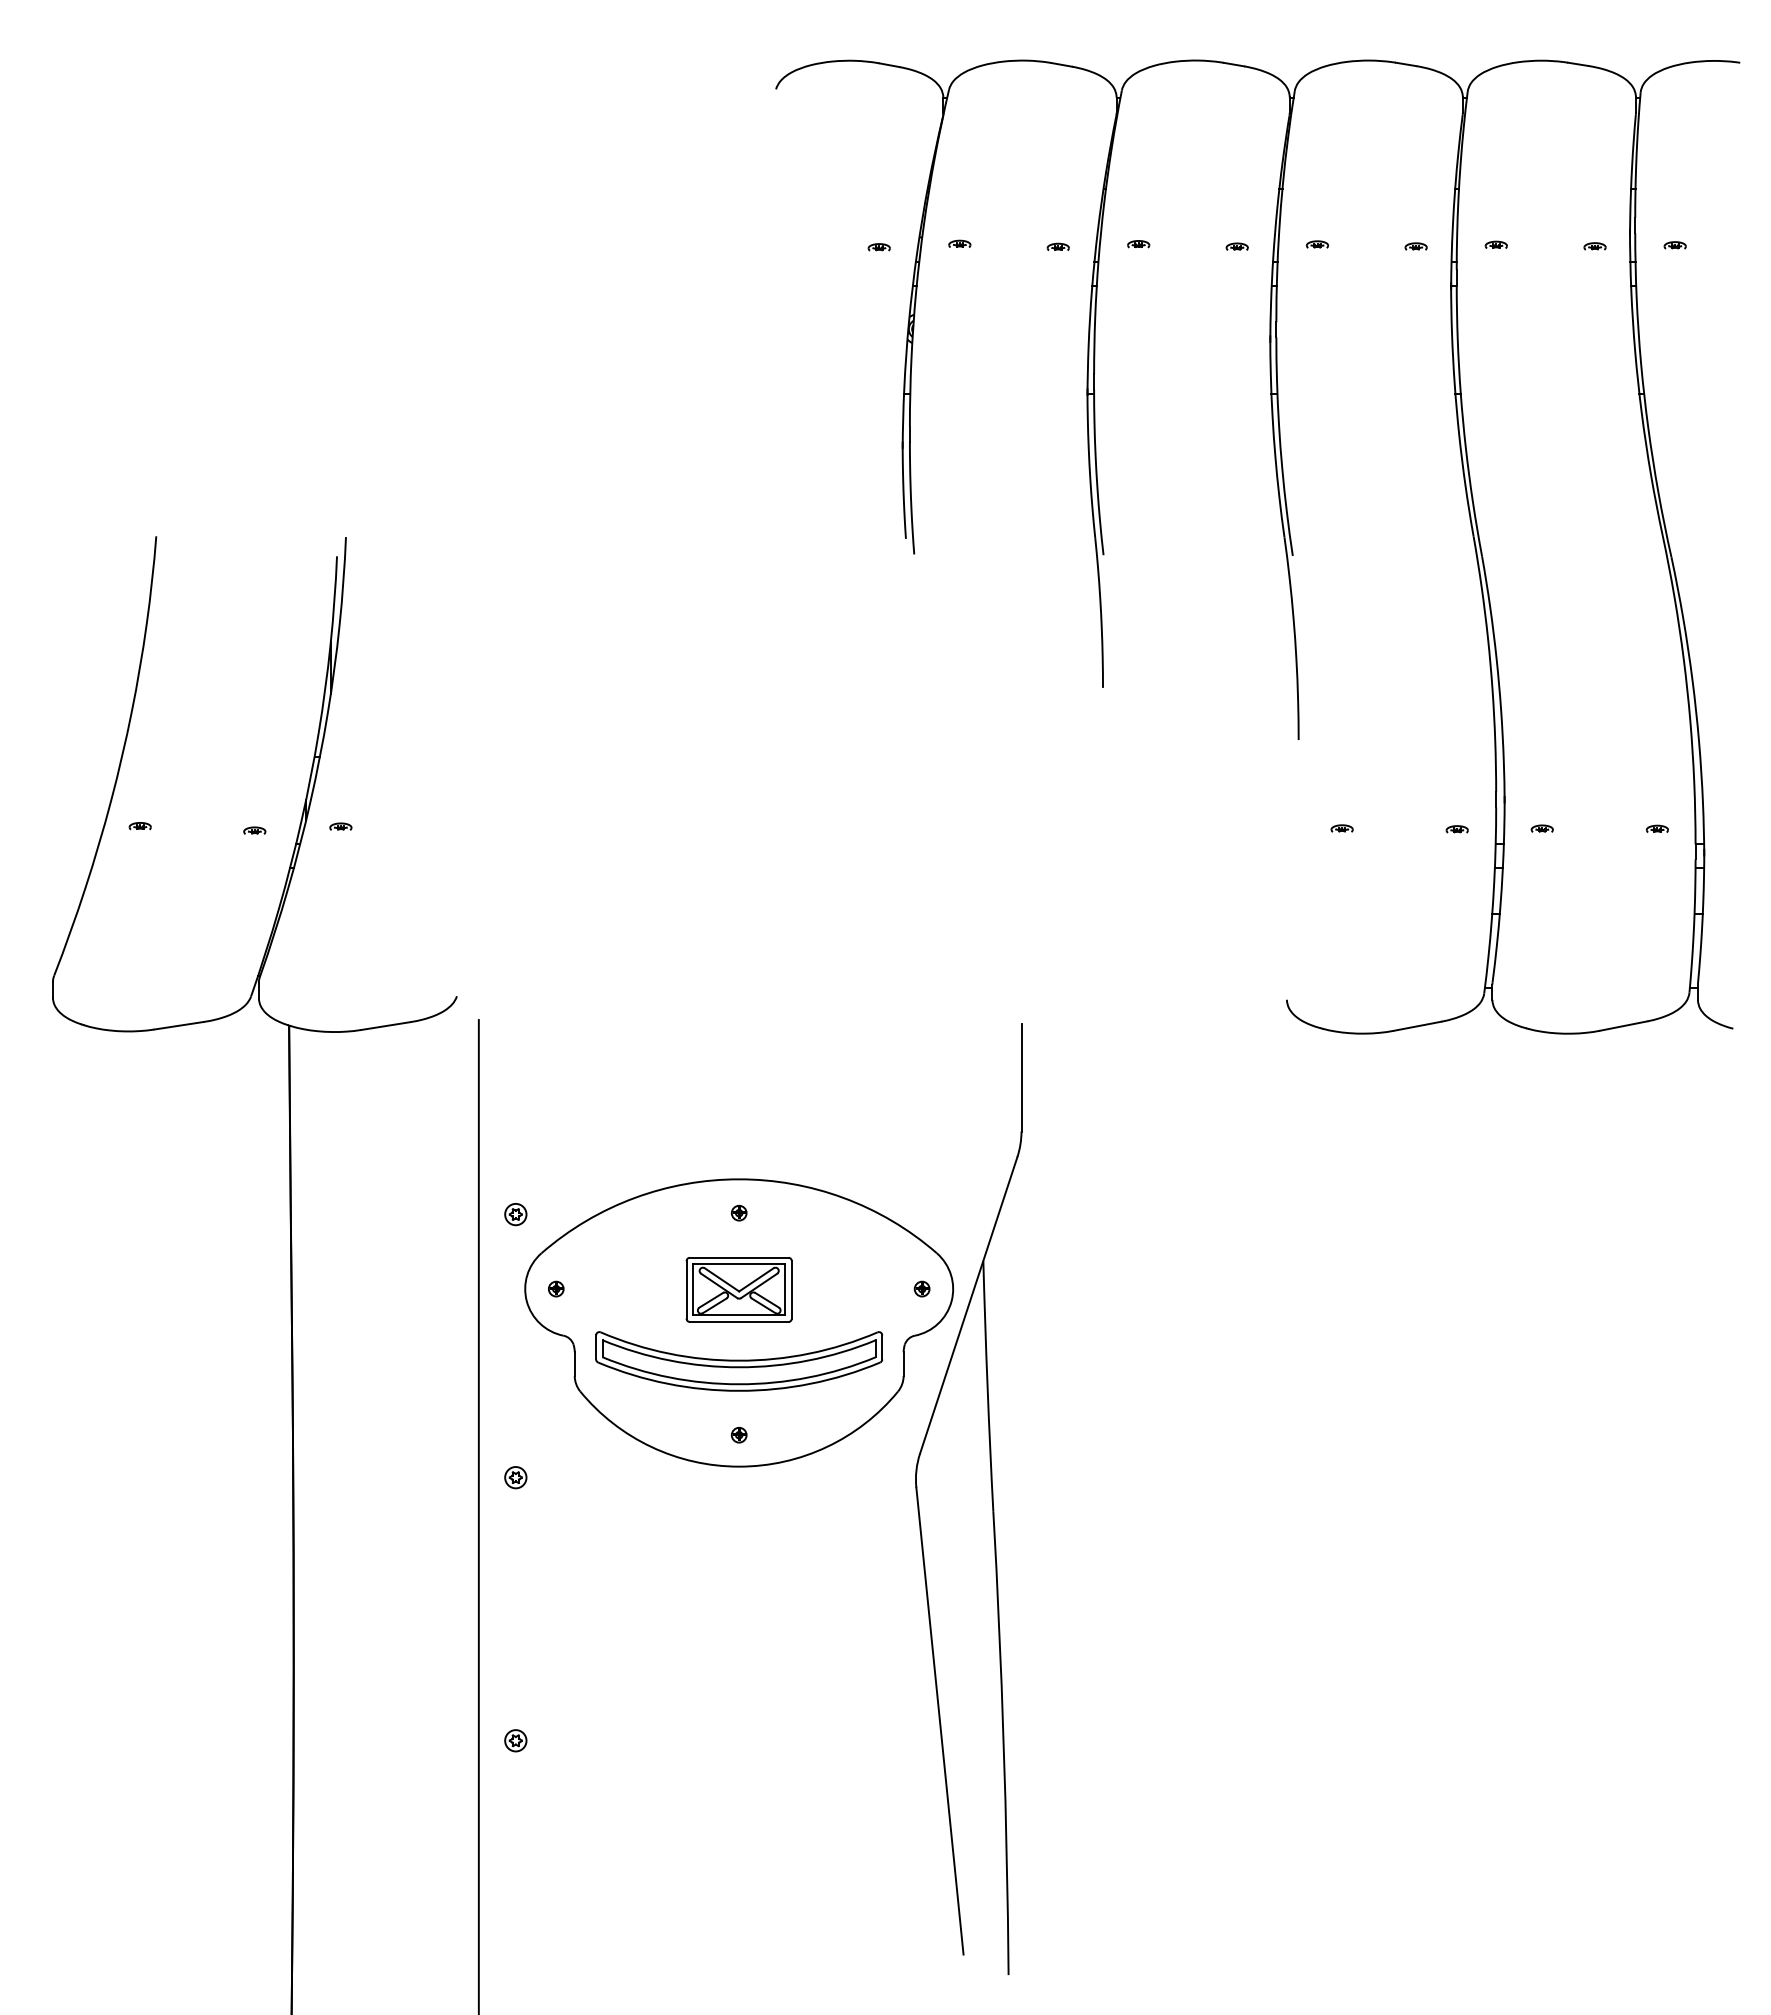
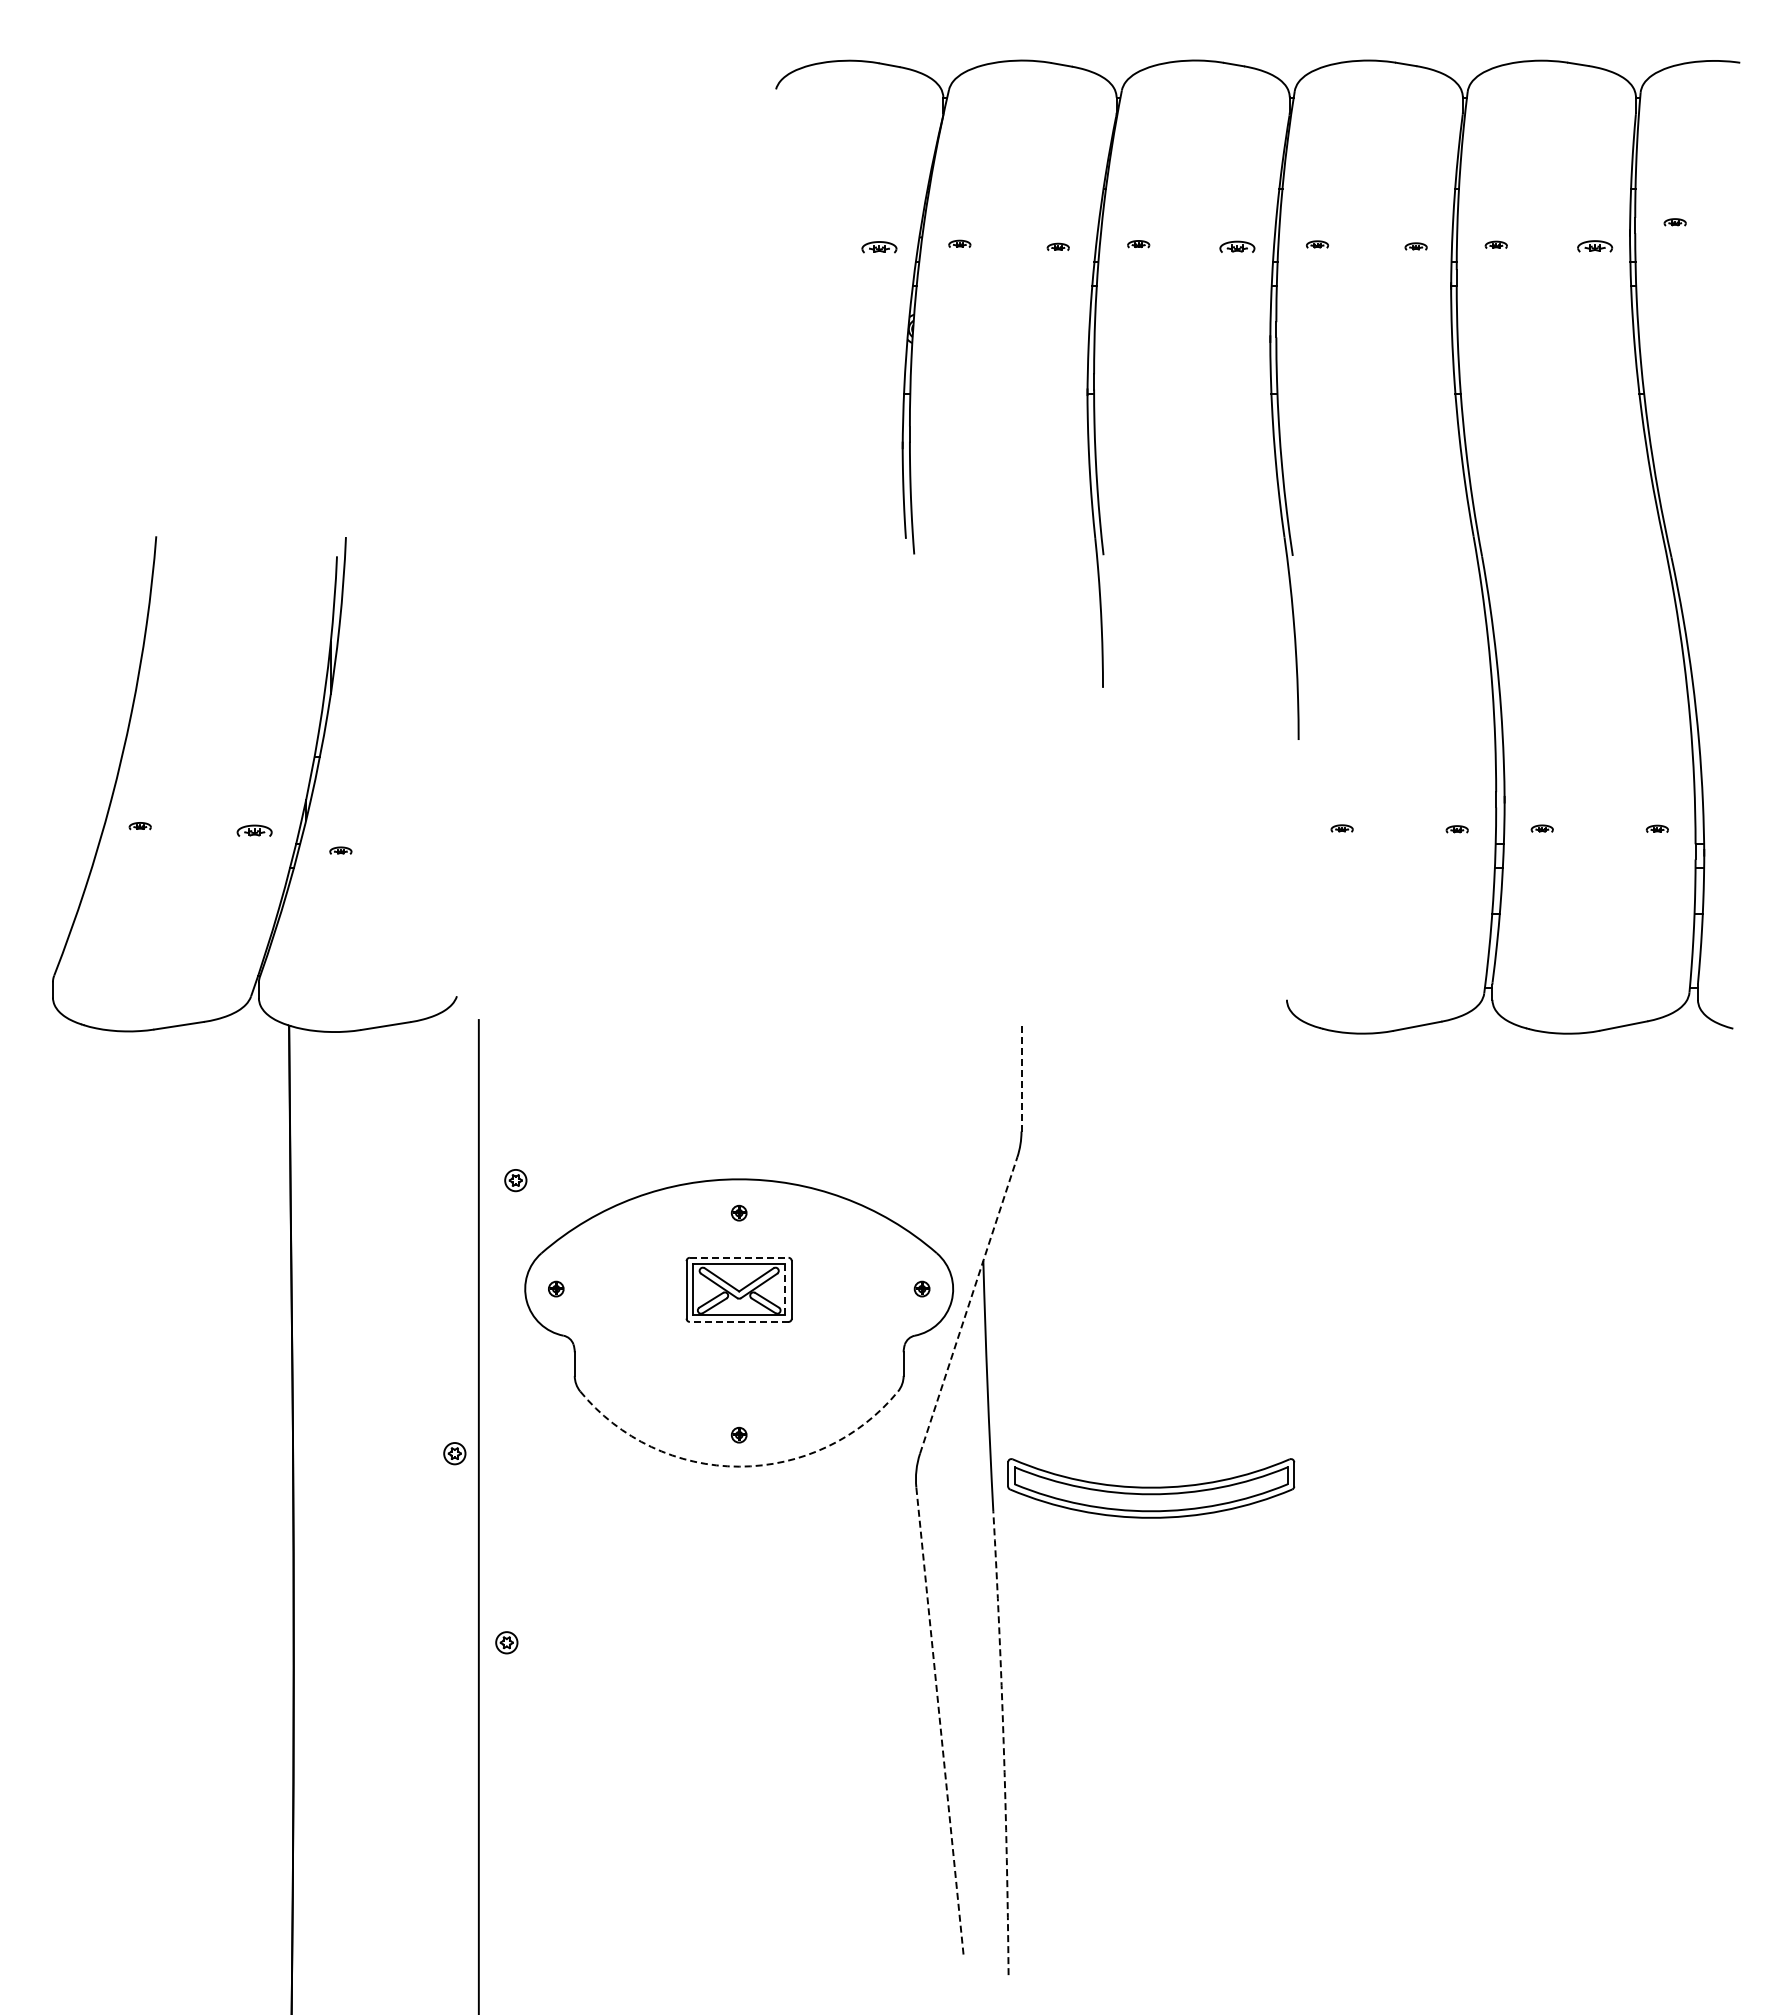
part at (1674, 245) position: (1674, 245) -> (1674, 222)
part at (1236, 246) size: 24x9 px -> 37x13 px
part at (1594, 246) size: 24x9 px -> 37x13 px
part at (878, 247) size: 24x9 px -> 37x13 px
part at (340, 826) position: (340, 826) -> (340, 850)
part at (254, 830) size: 24x9 px -> 37x13 px
line at (1021, 1077): solid -> dashed
part at (515, 1214) position: (515, 1214) -> (515, 1180)
line at (739, 1257): solid -> dashed
line at (785, 1289): solid -> dashed
line at (968, 1304): solid -> dashed
line at (738, 1321): solid -> dashed
part at (739, 1361) position: (739, 1361) -> (1151, 1488)
arc at (739, 1466): solid -> dashed
part at (515, 1477) position: (515, 1477) -> (454, 1453)
line at (939, 1721): solid -> dashed
part at (515, 1740) position: (515, 1740) -> (506, 1642)
arc at (1003, 1743): solid -> dashed
